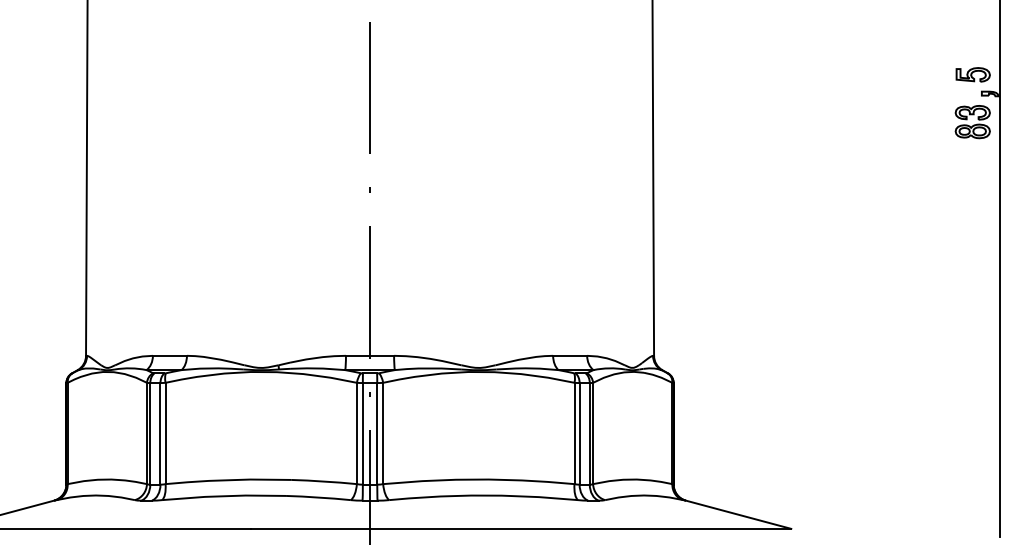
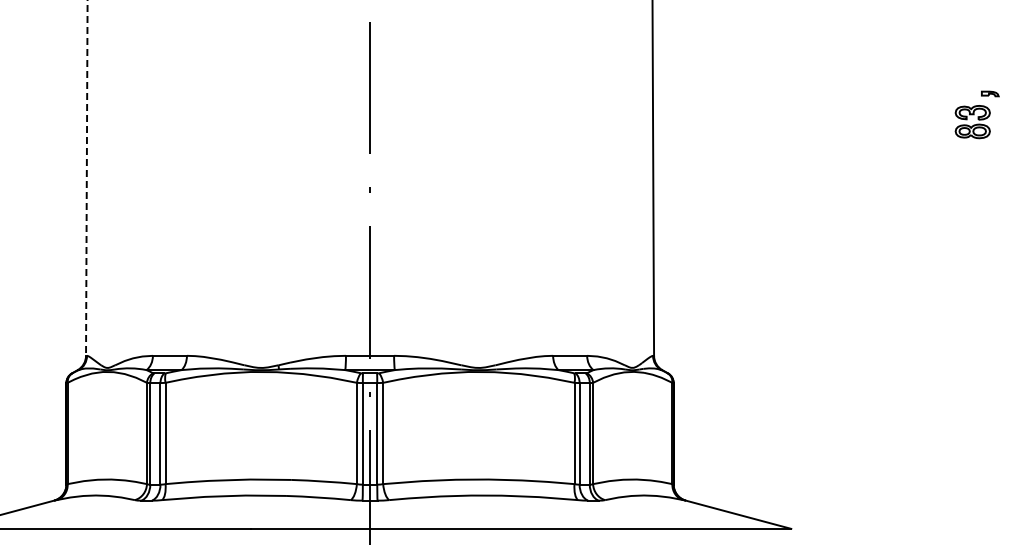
part at (972, 74): present -> none
line at (86, 177): solid -> dashed
line at (1000, 269): present -> none
